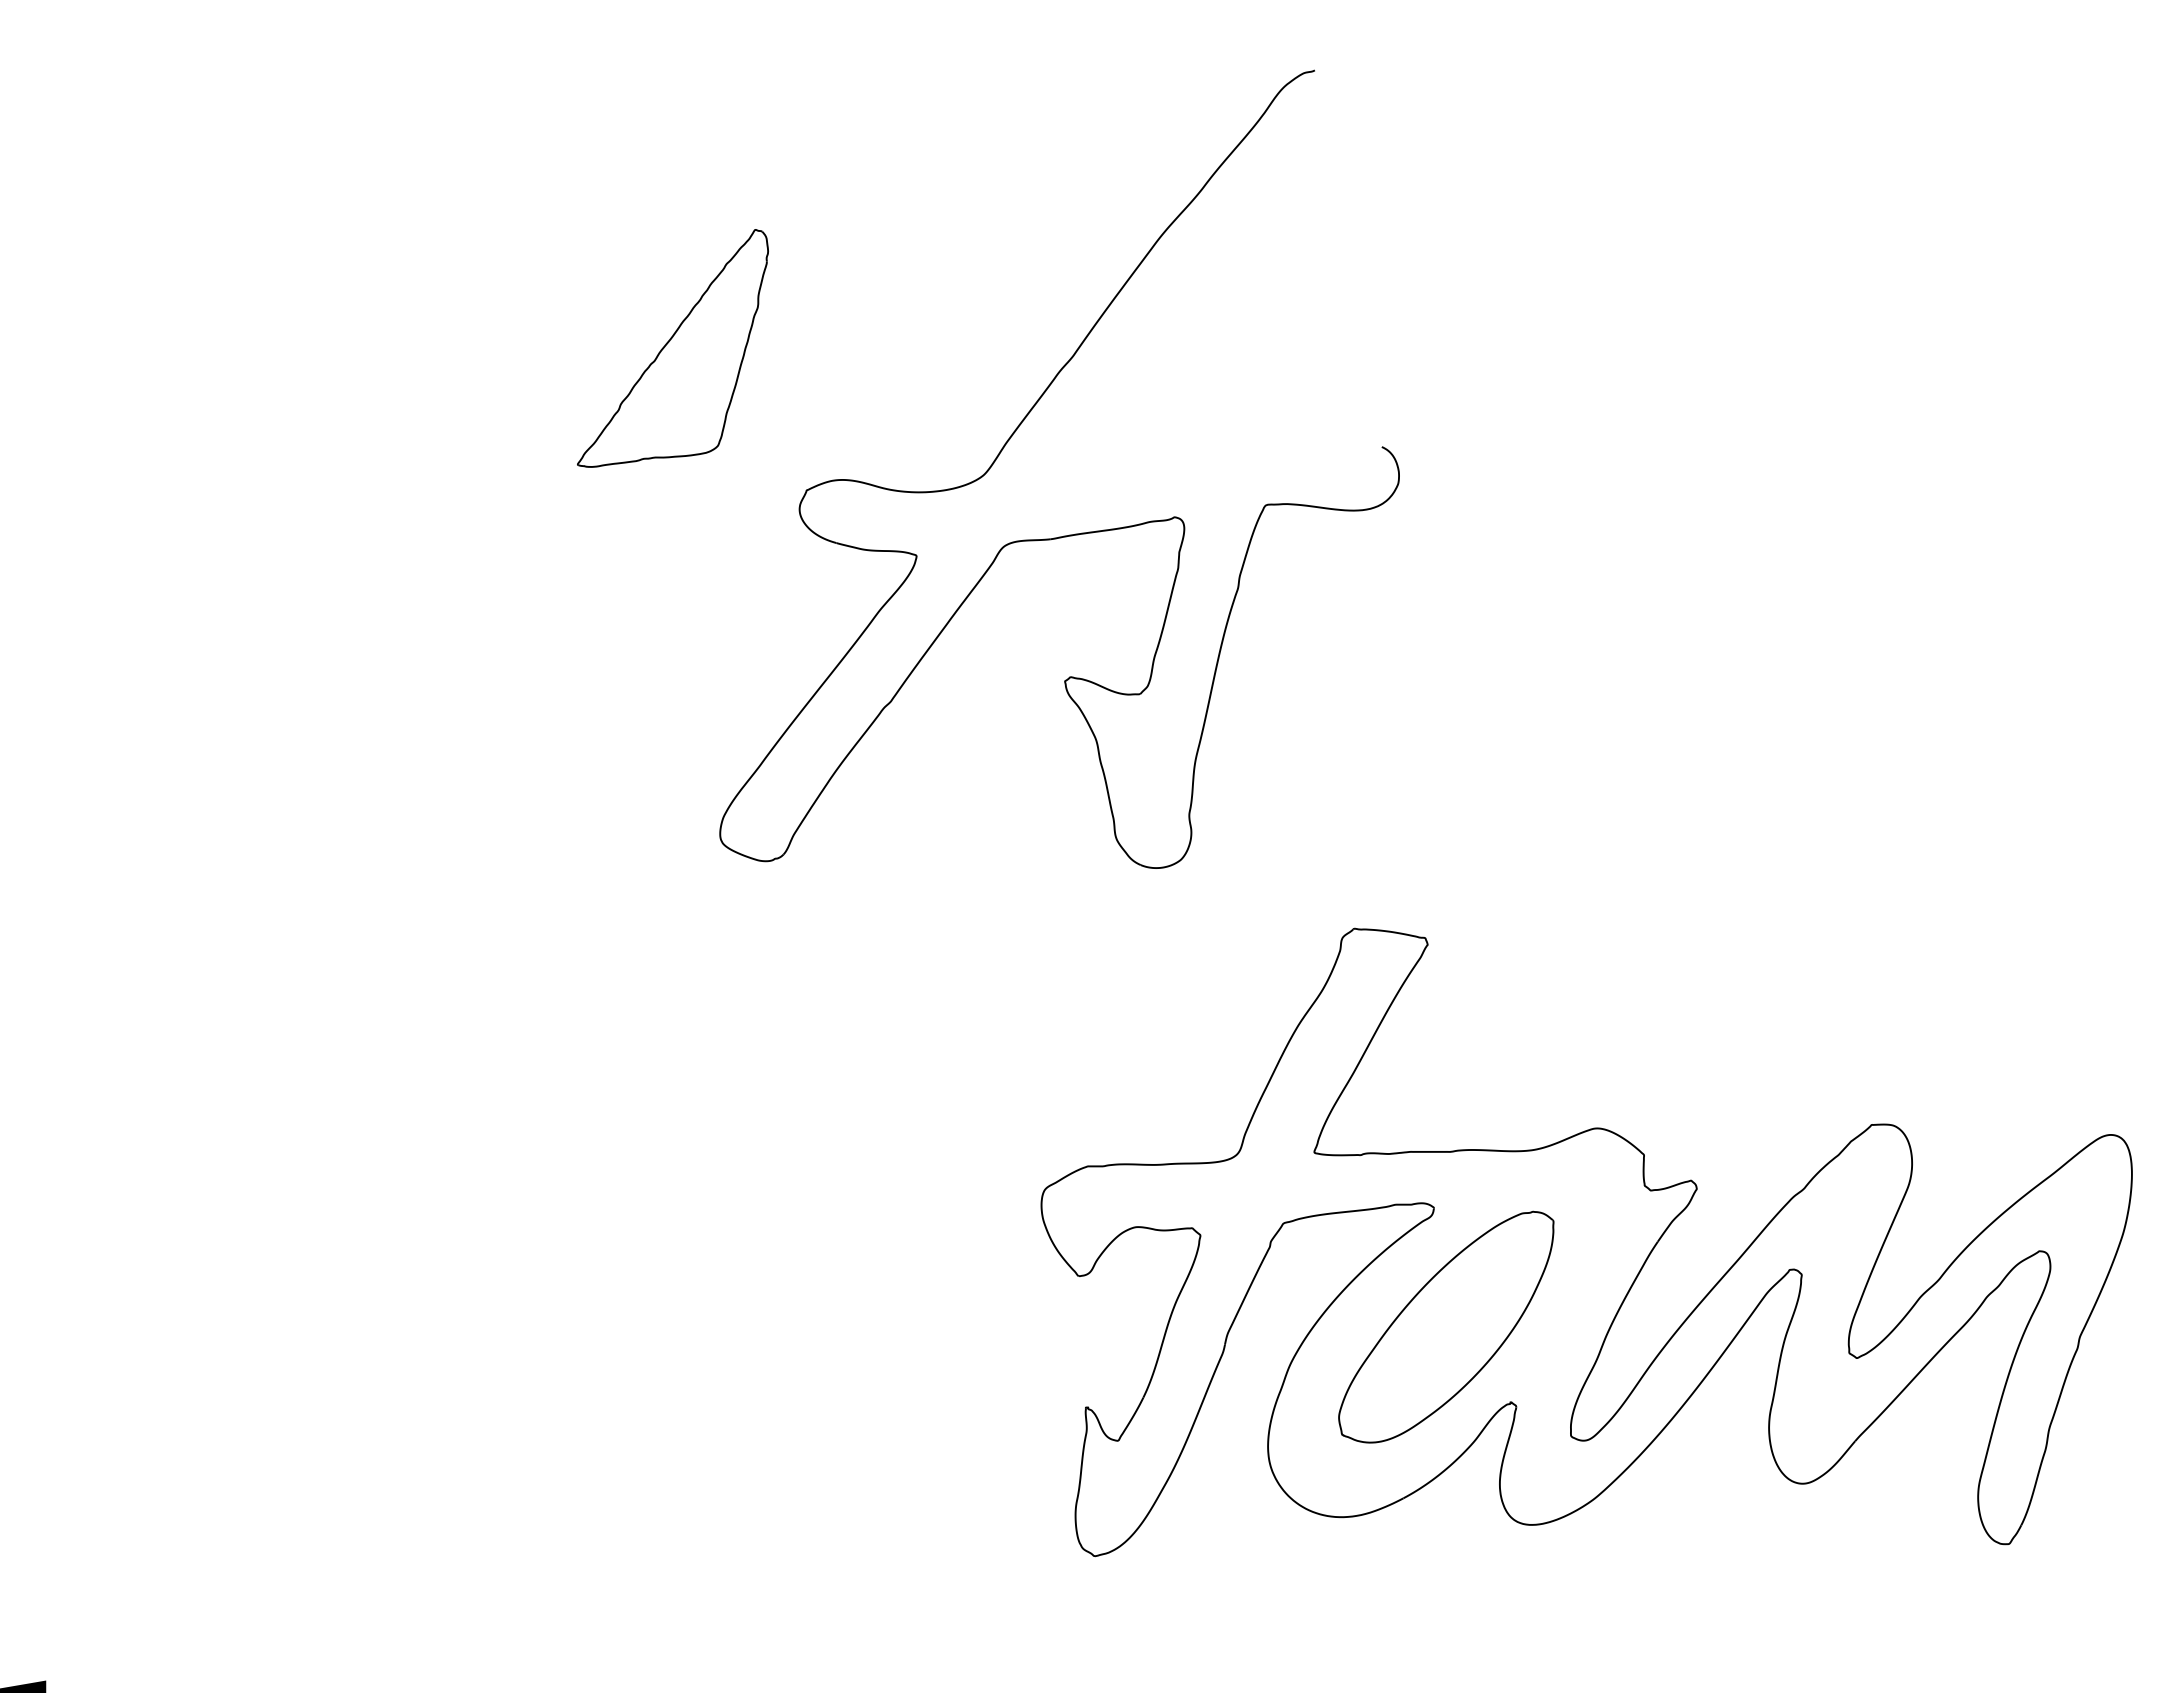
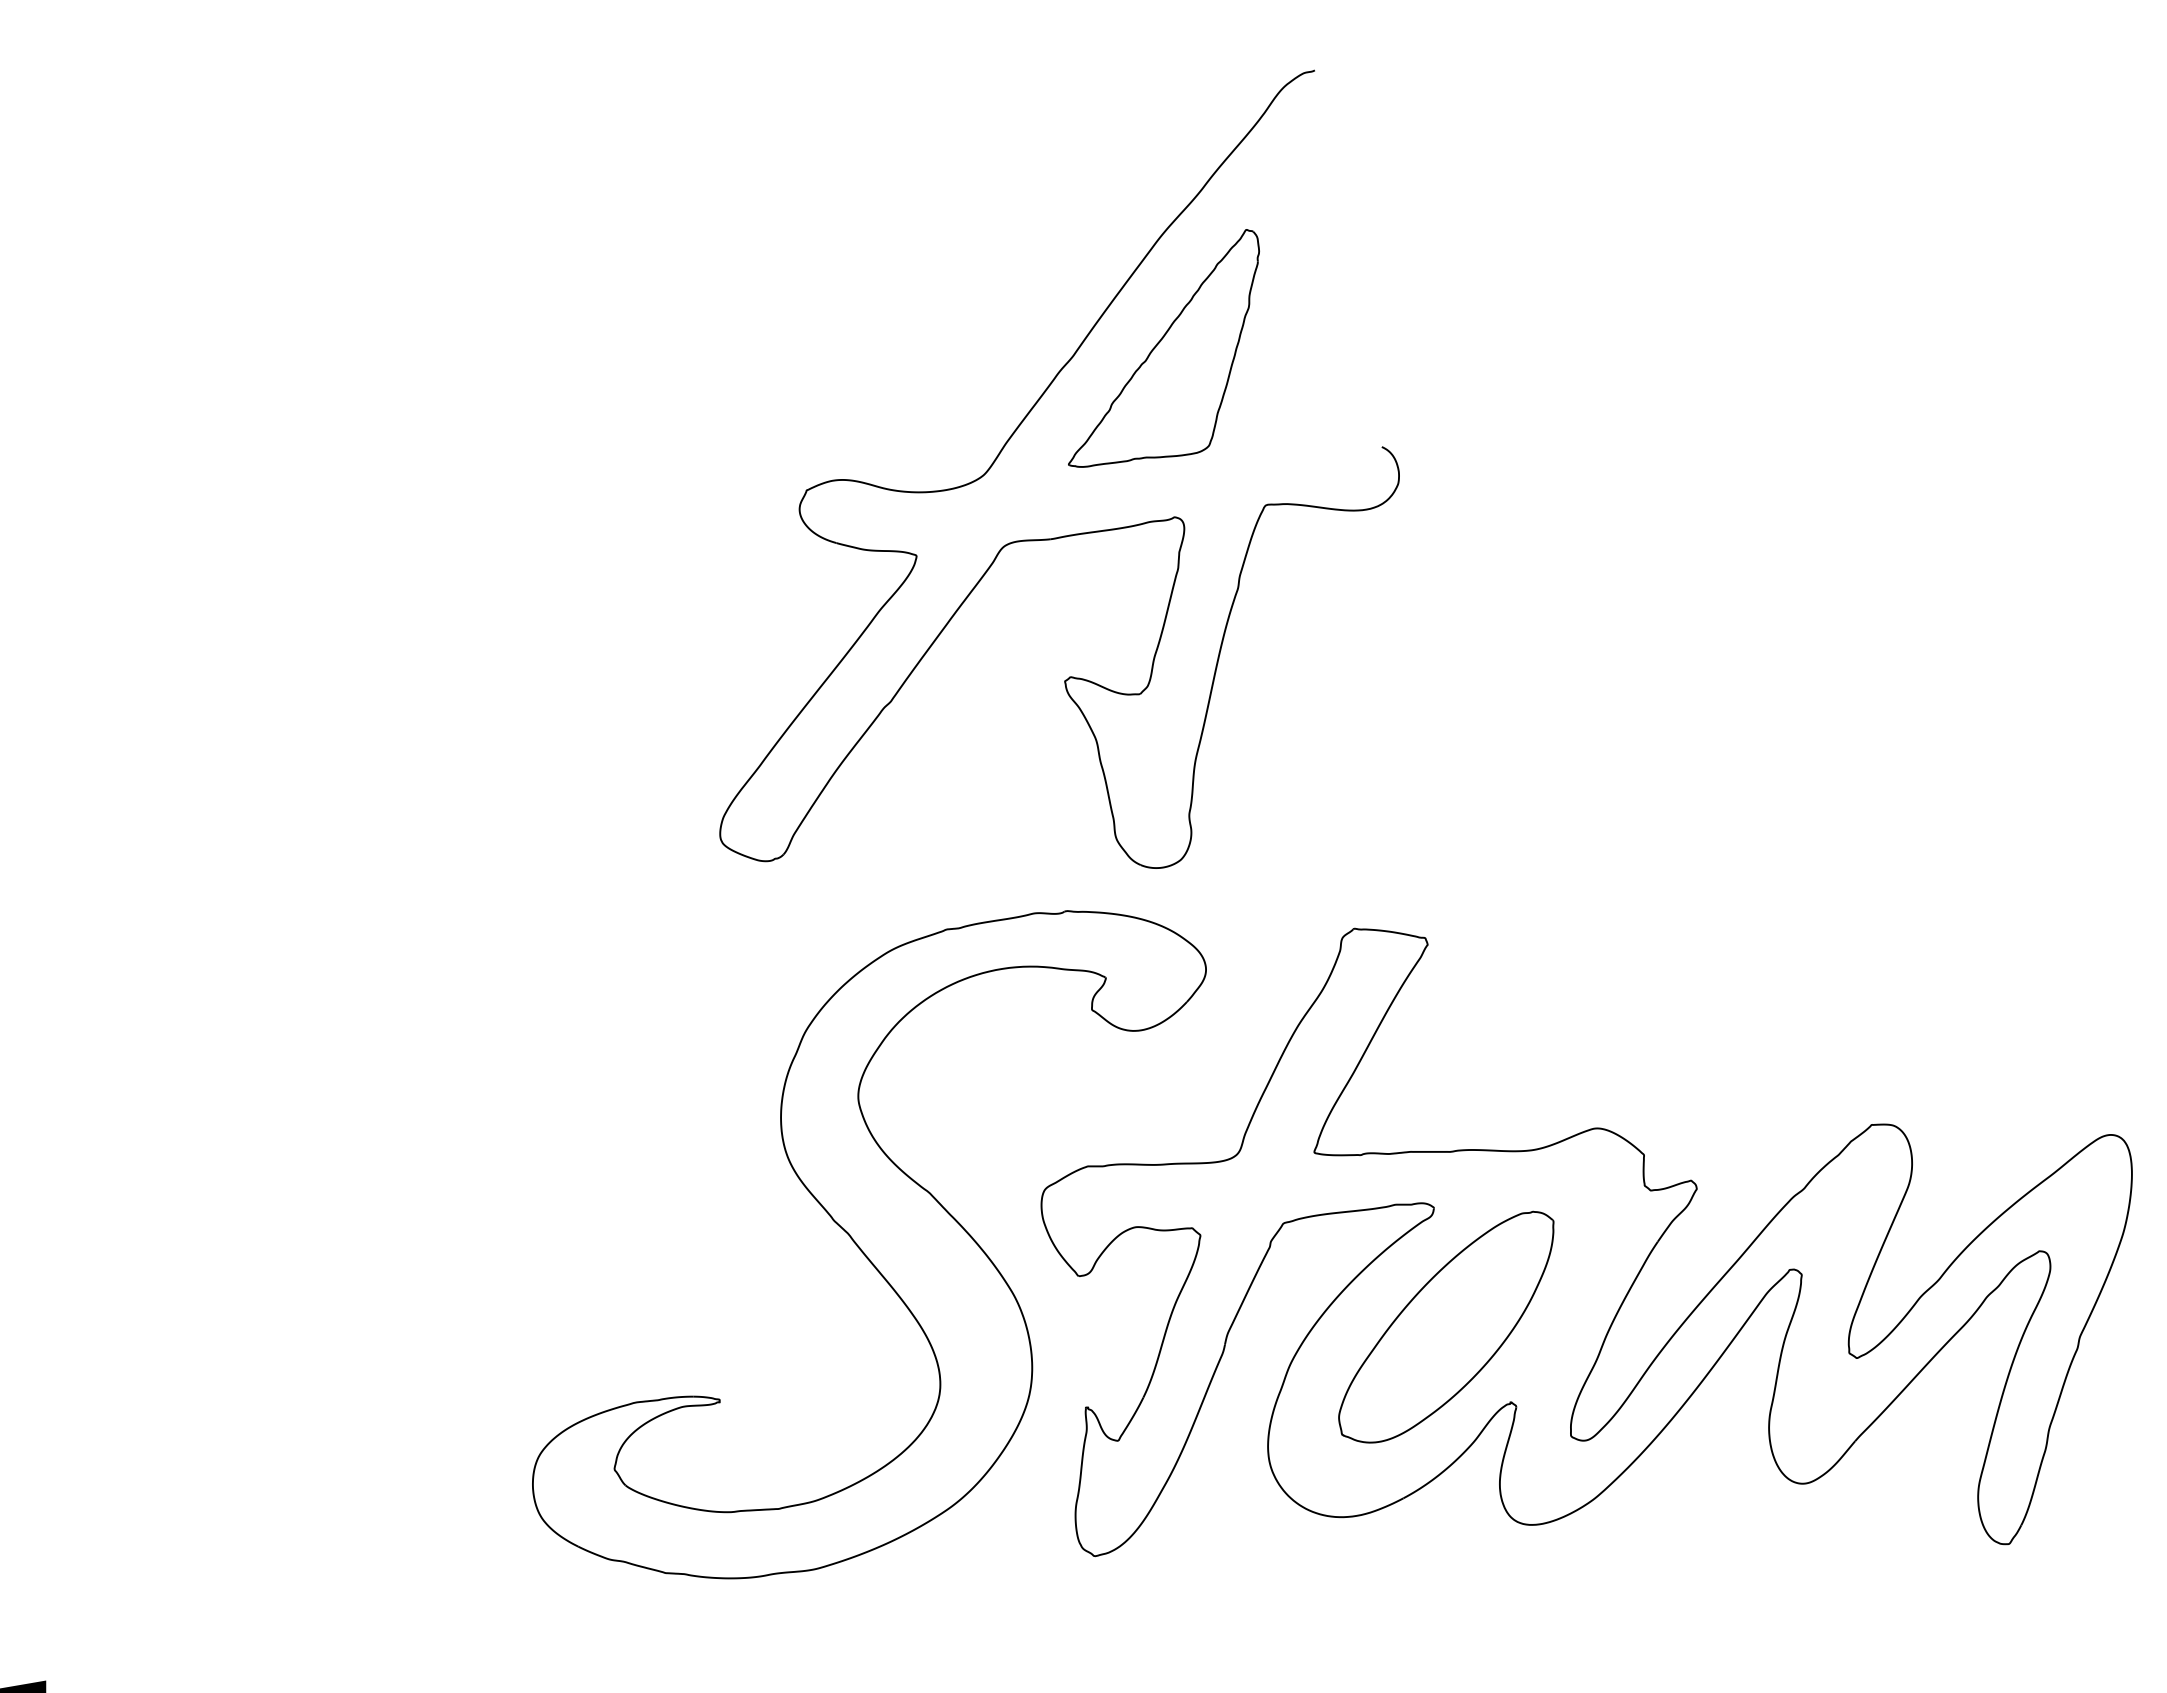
part at (672, 348) position: (672, 348) -> (1163, 348)
part at (869, 1244): none -> present
